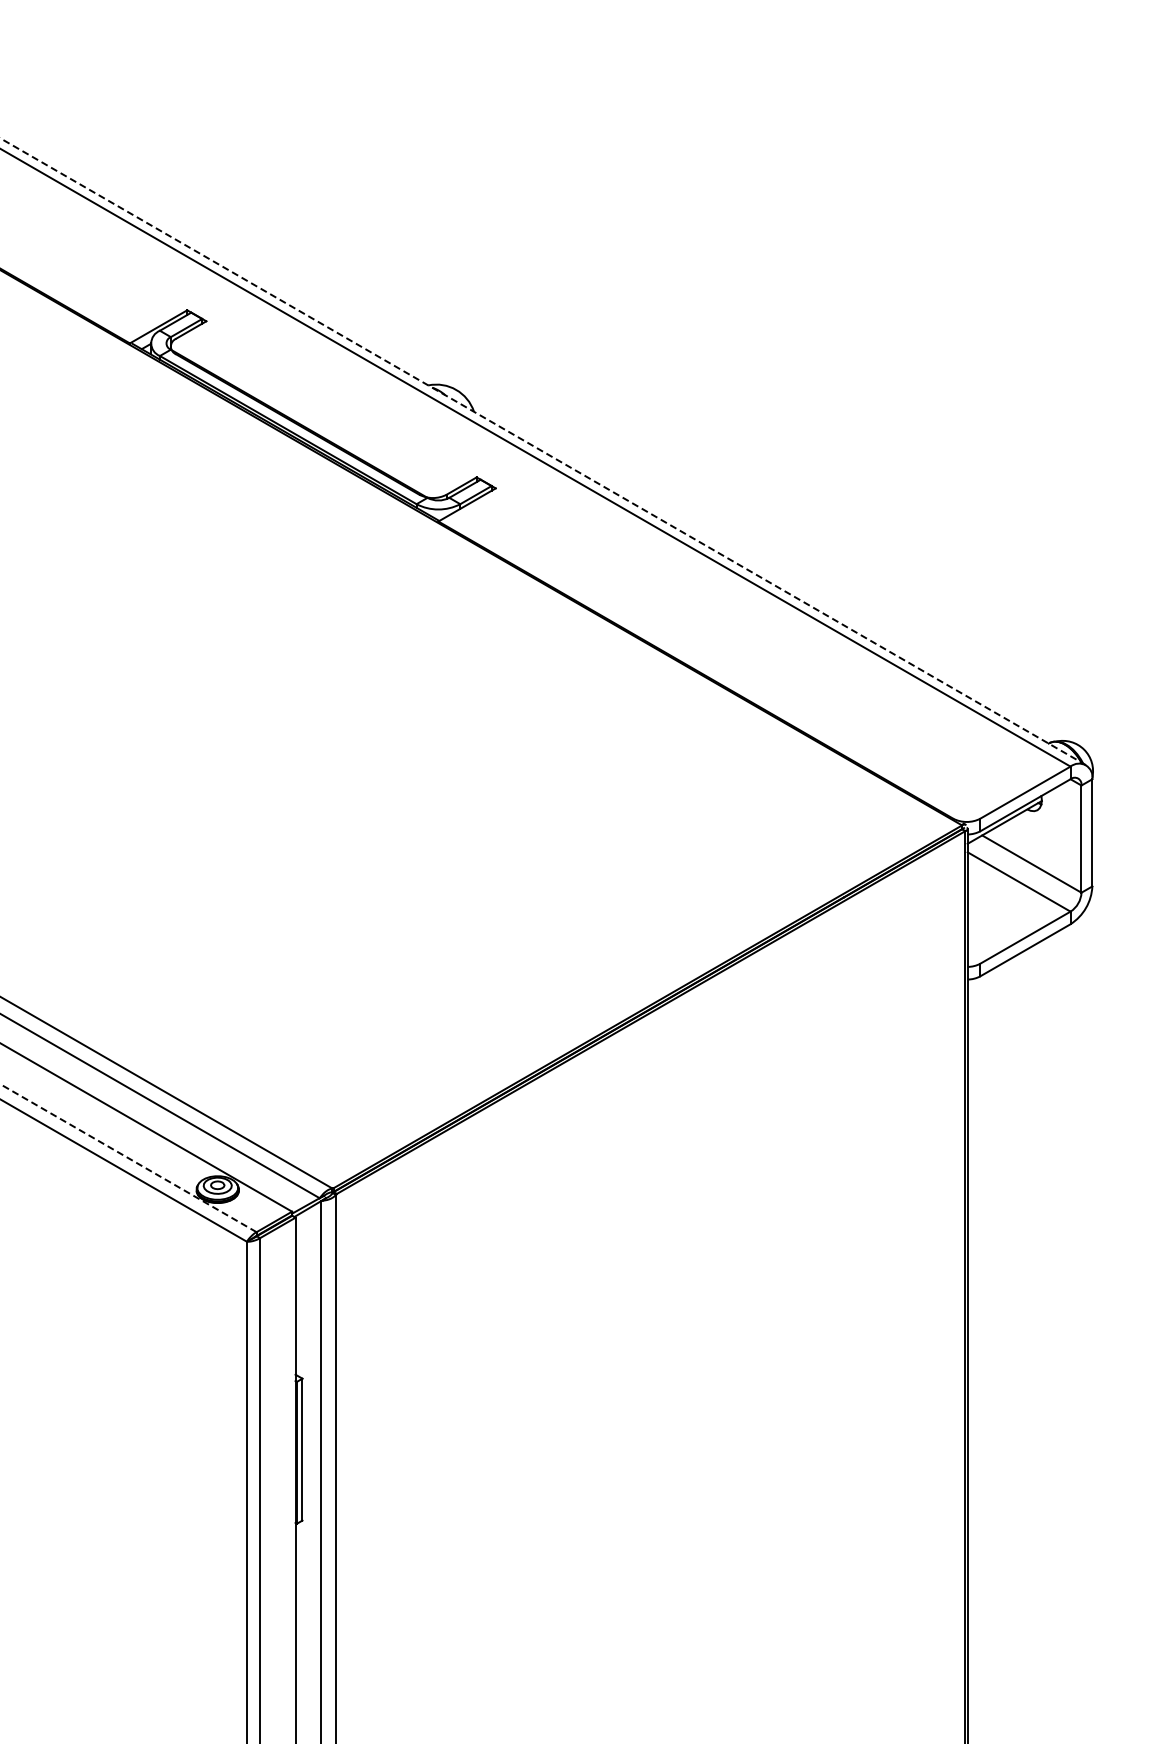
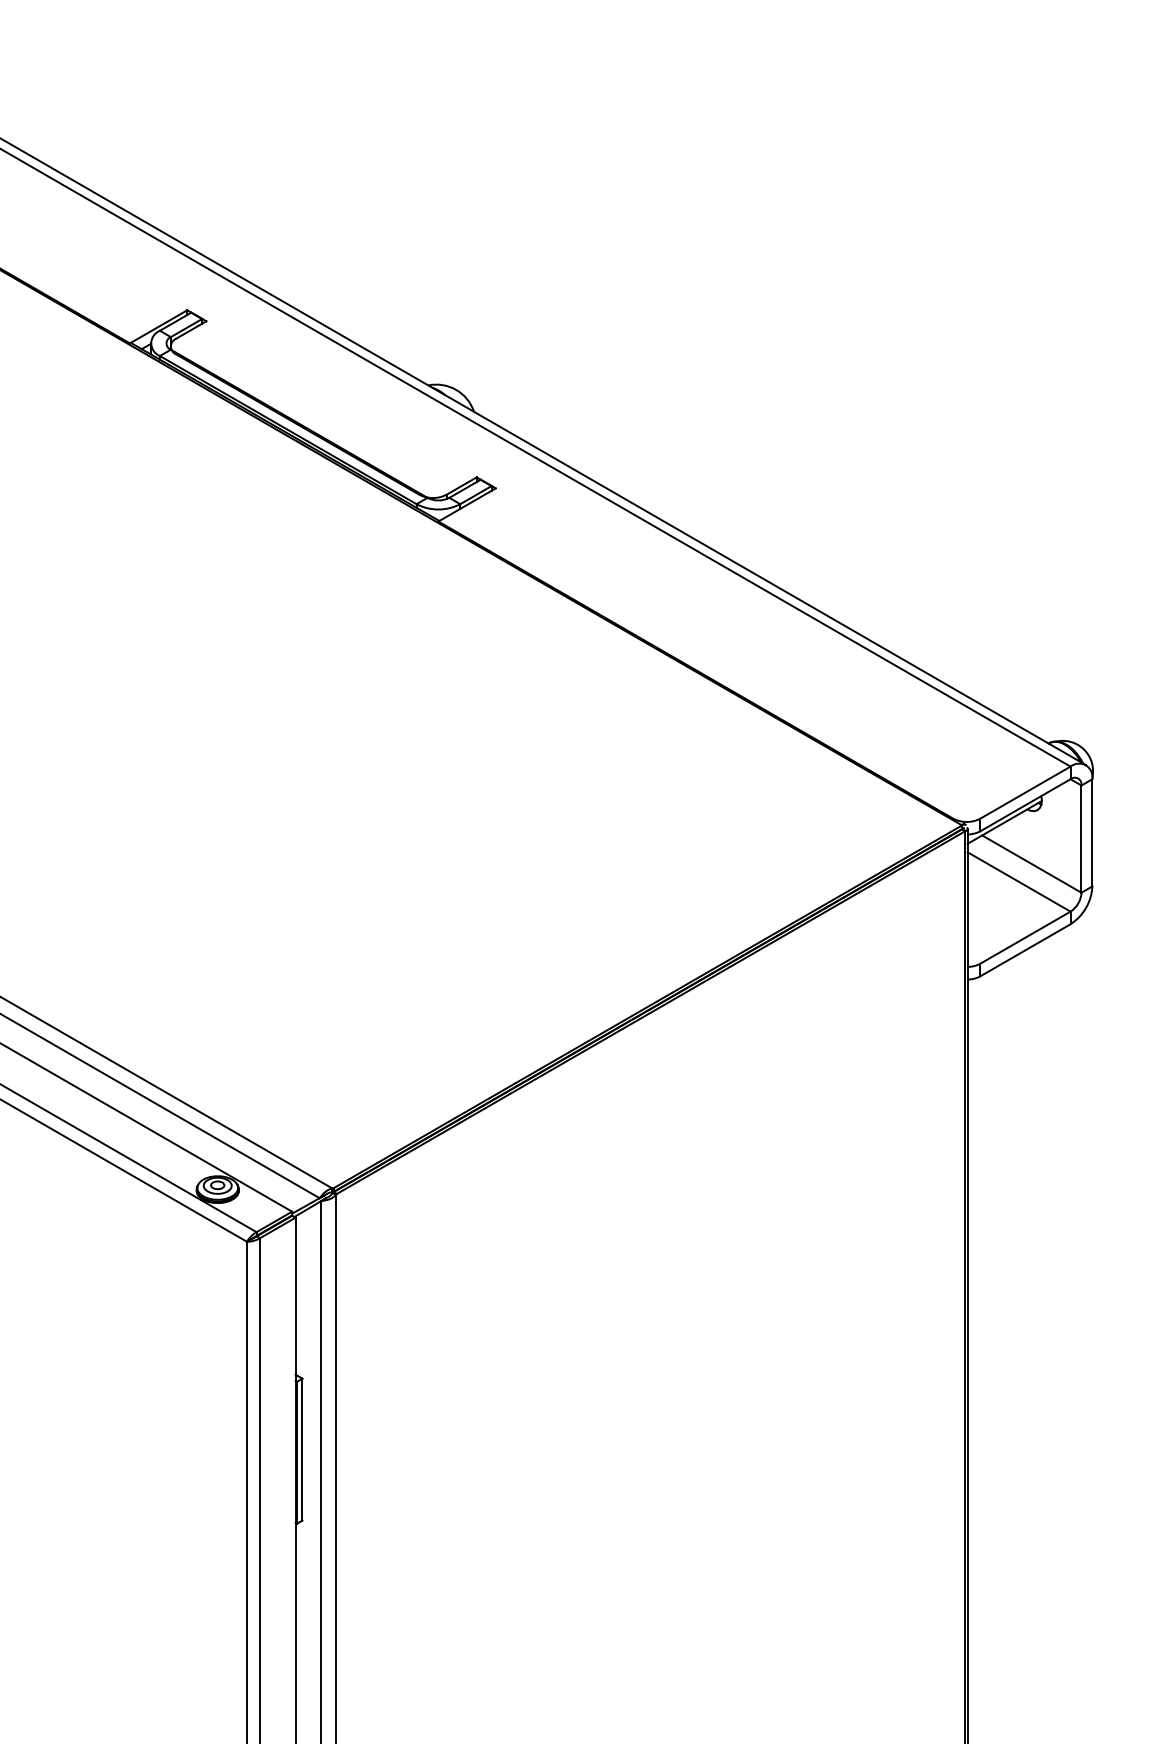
line at (543, 451): dashed -> solid
line at (128, 1158): dashed -> solid
